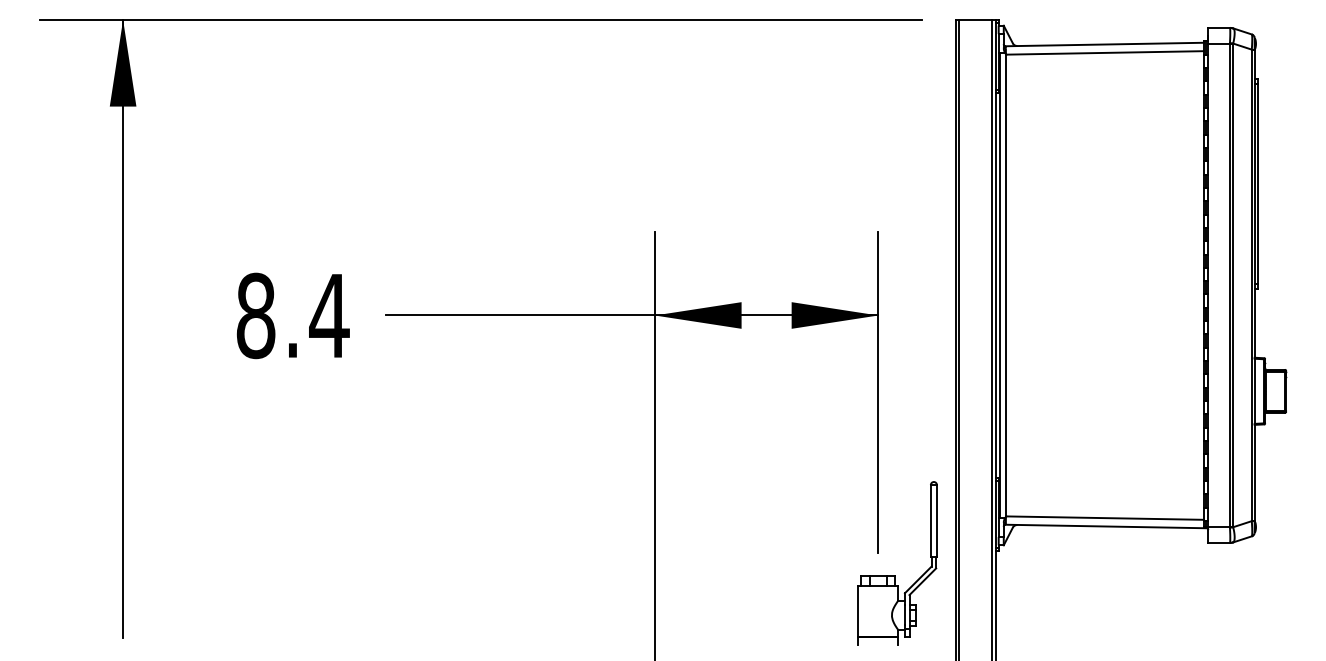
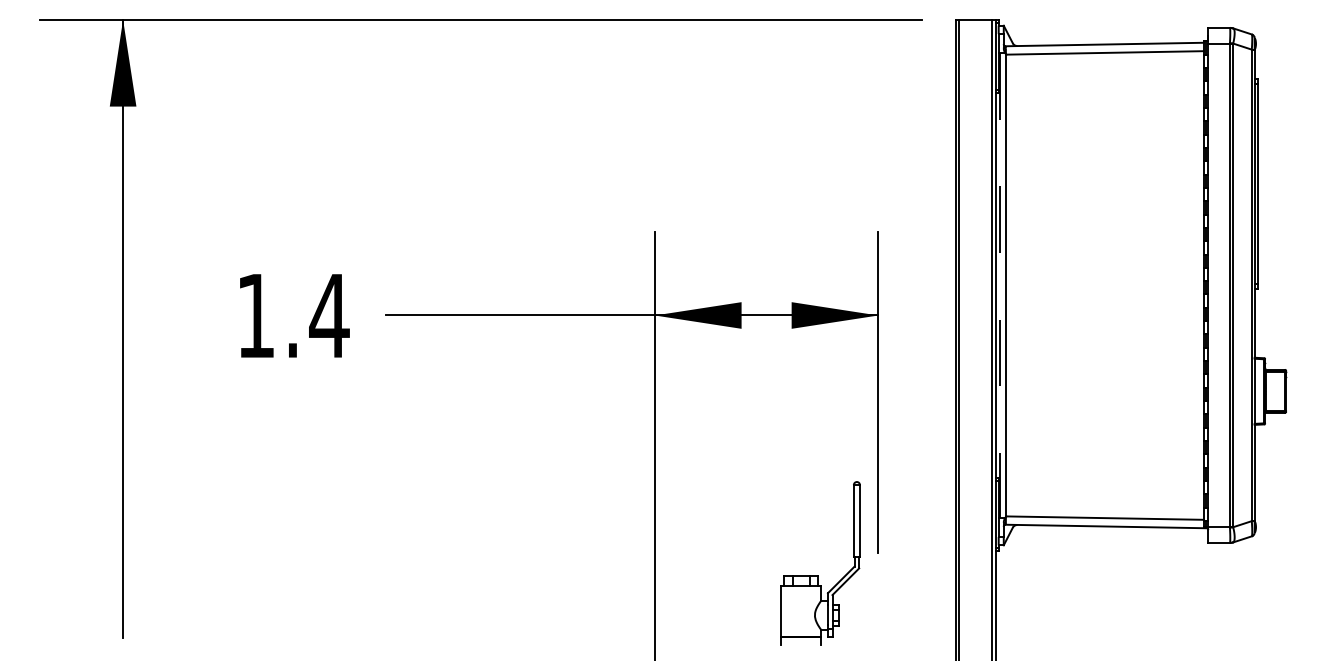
line at (1000, 285): solid -> dashed
text at (255, 315): 8.4 -> 1.4
part at (895, 575) position: (895, 575) -> (818, 575)
